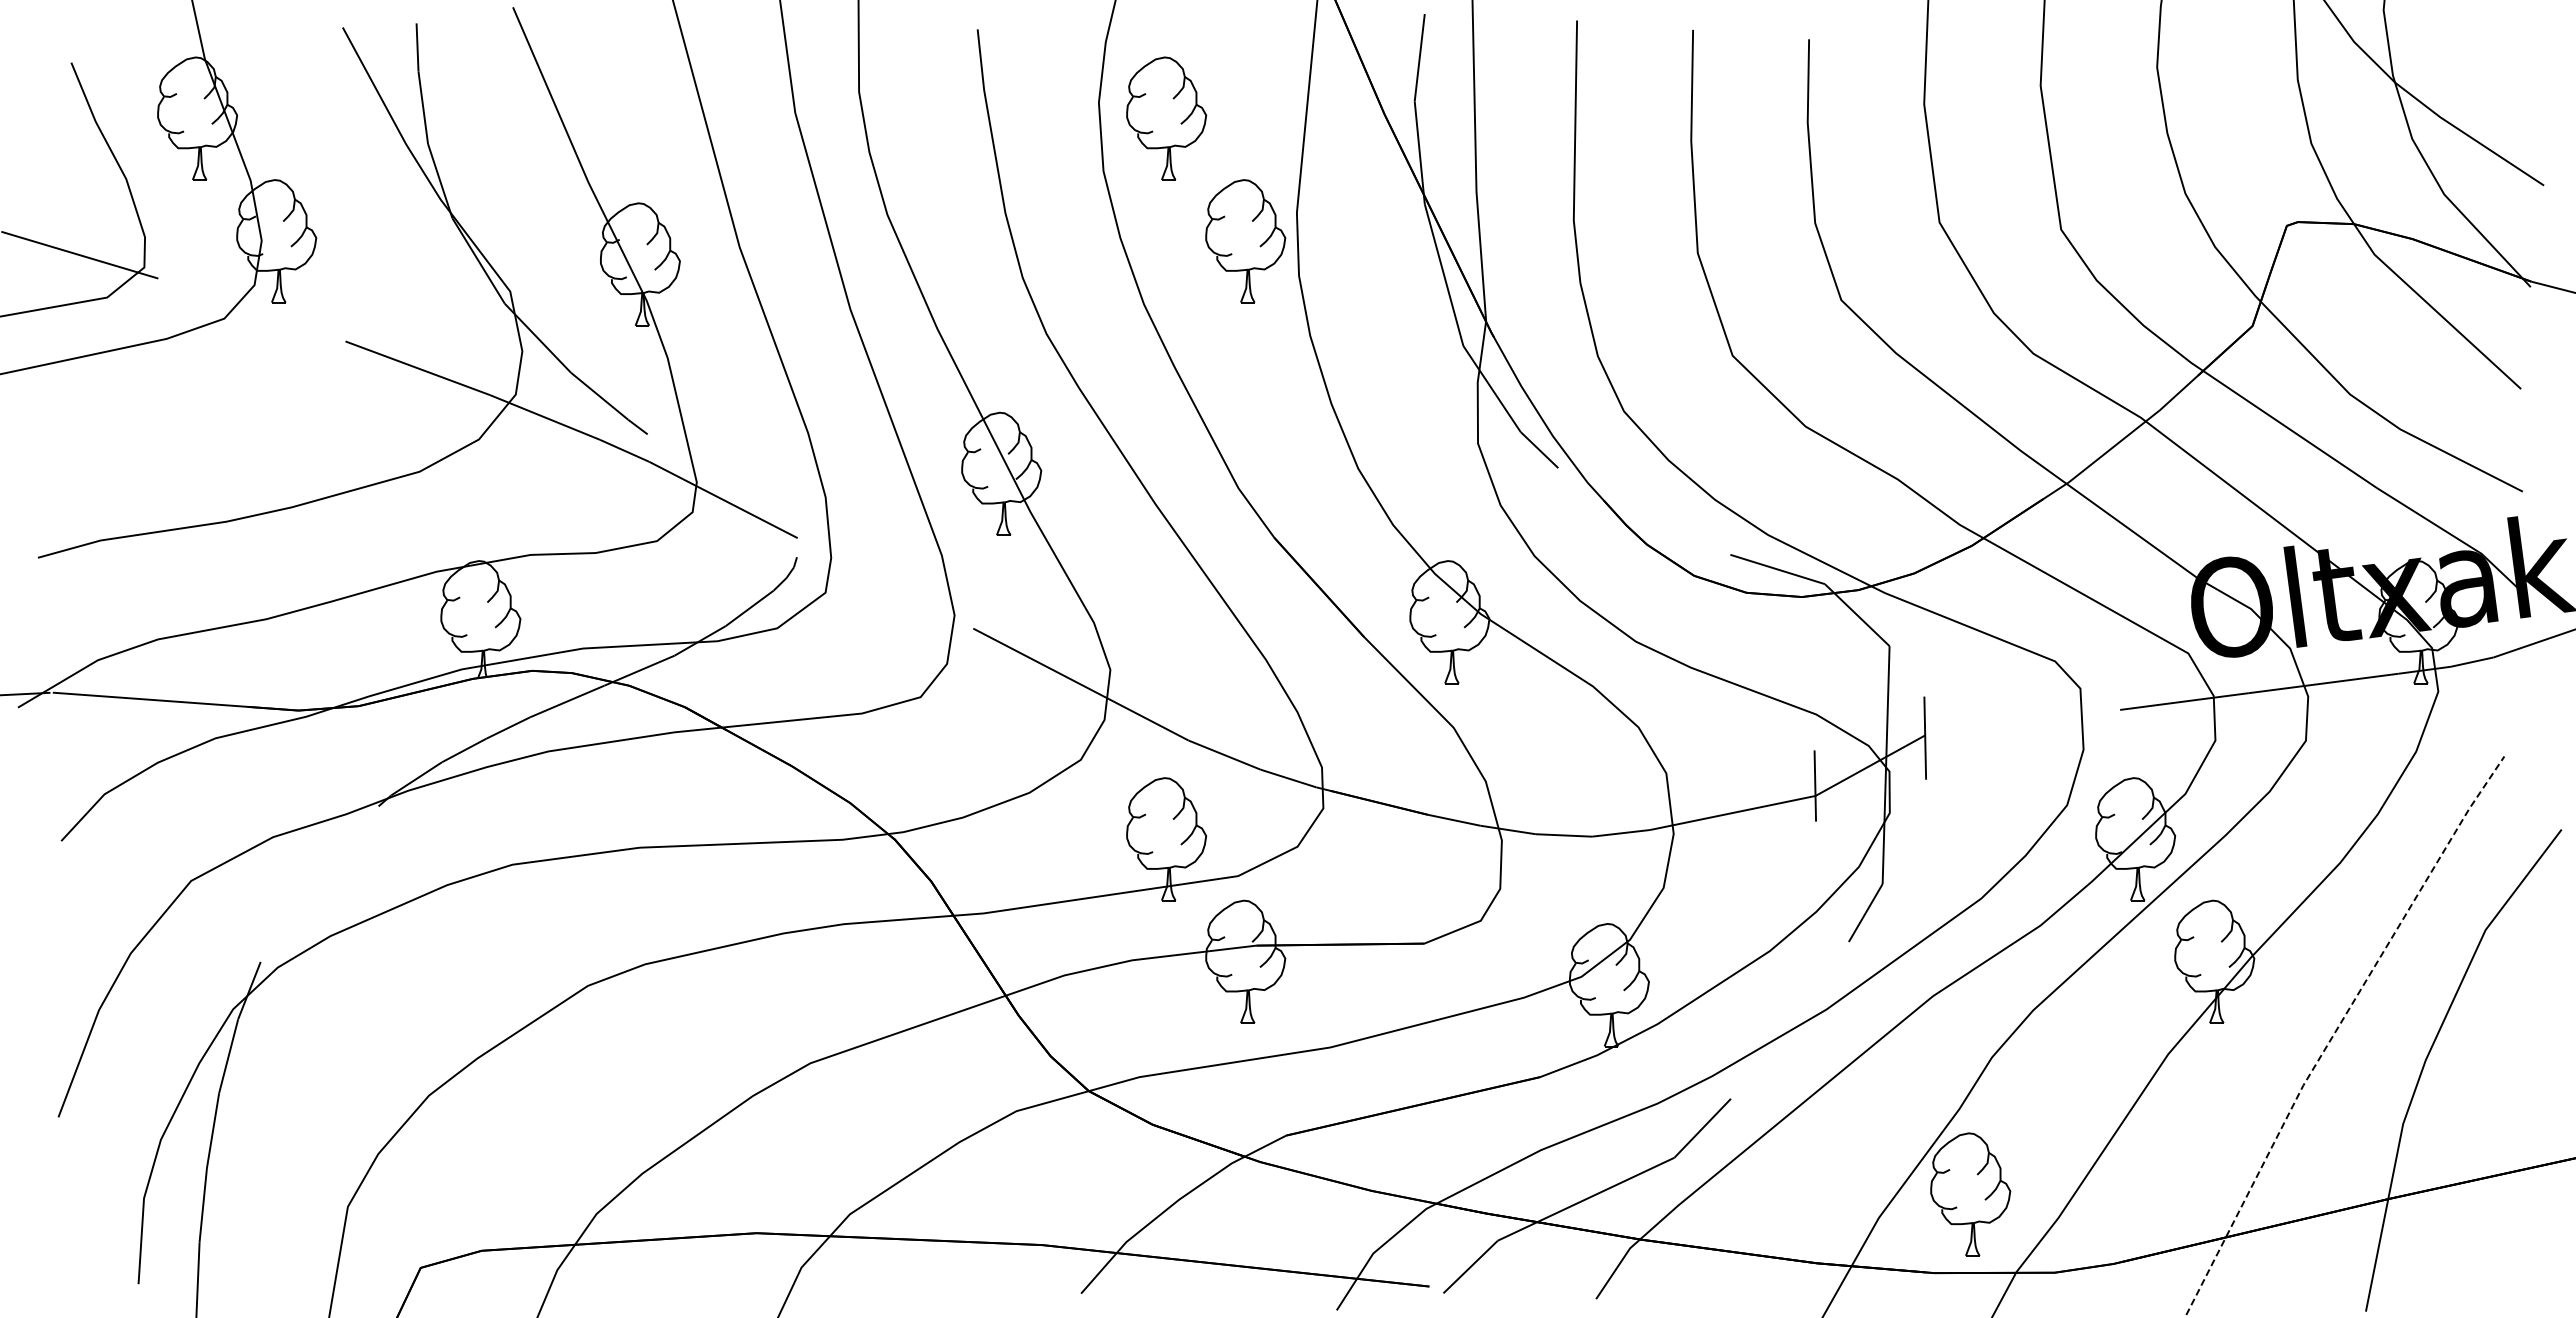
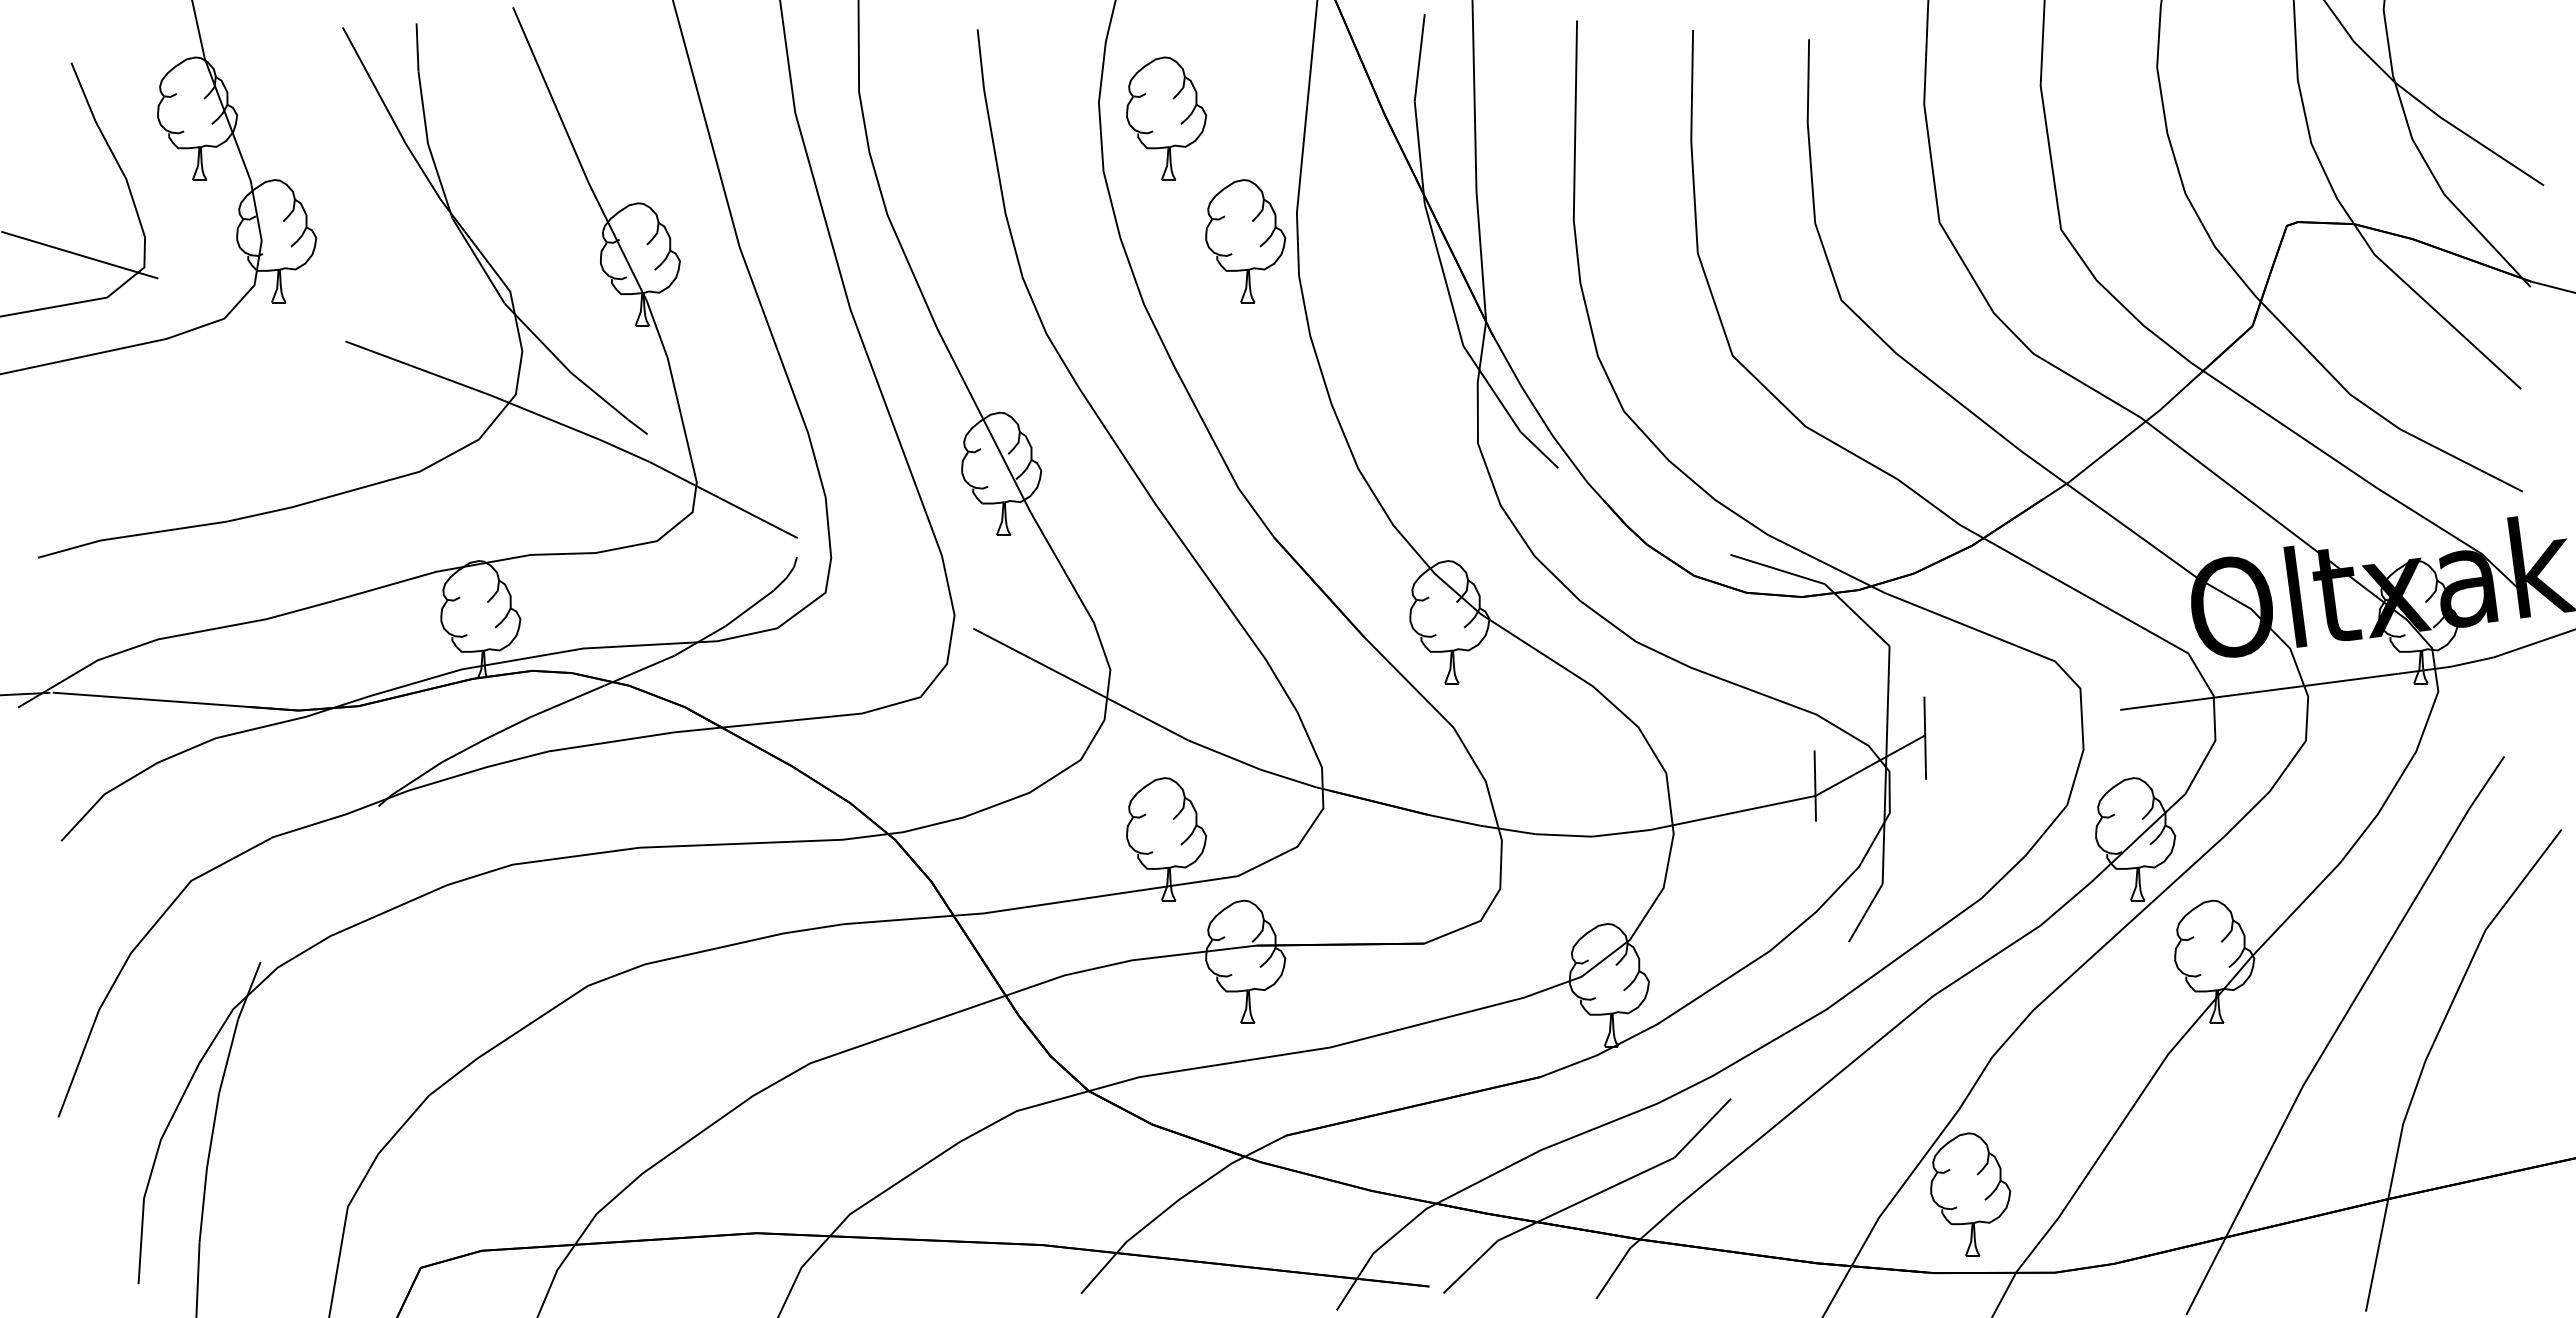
line at (2336, 1030): dashed -> solid
